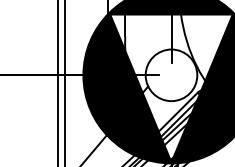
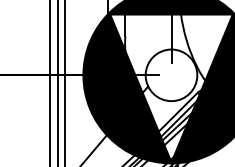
line at (50, 82): none -> present
